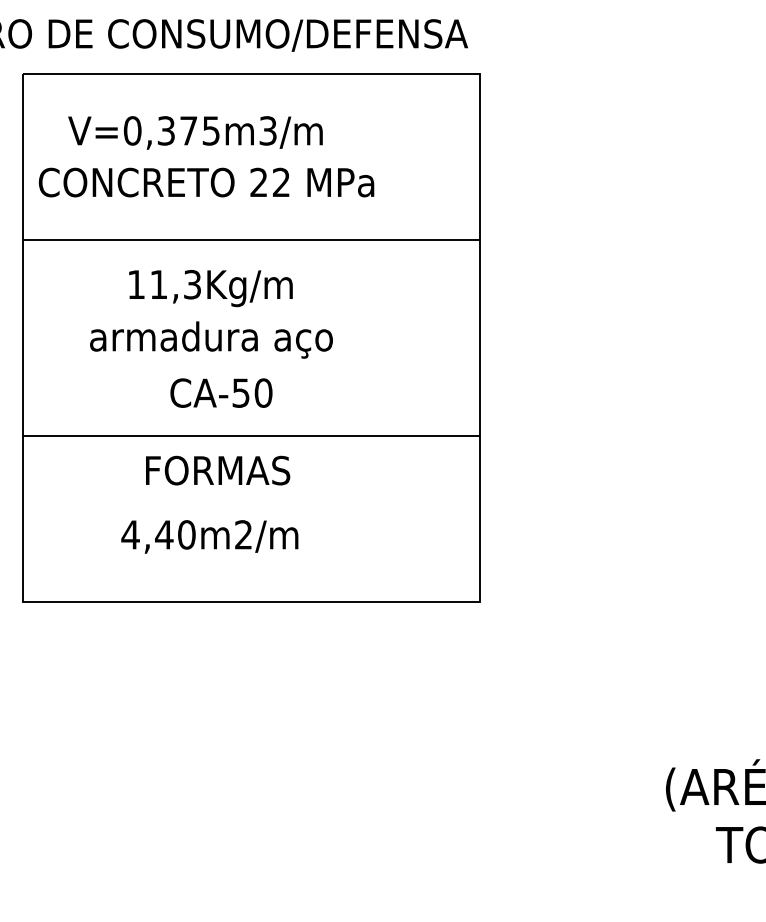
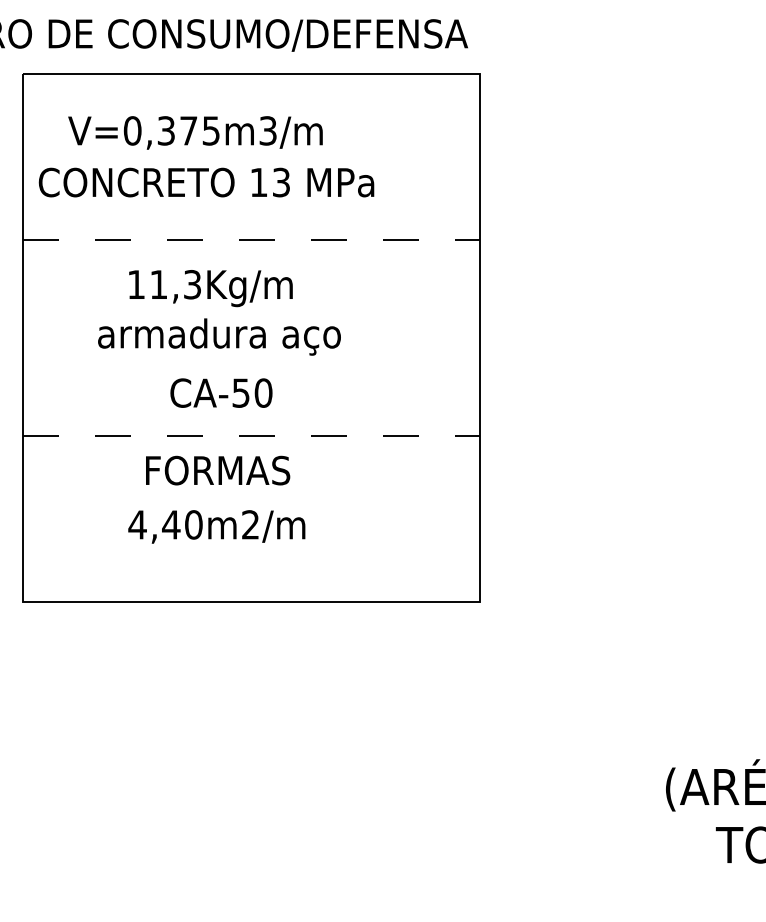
text at (269, 182): 22 -> 13
line at (251, 240): solid -> dashed
text at (211, 339) position: (211, 339) -> (219, 336)
line at (251, 435): solid -> dashed
text at (209, 536) position: (209, 536) -> (216, 526)
